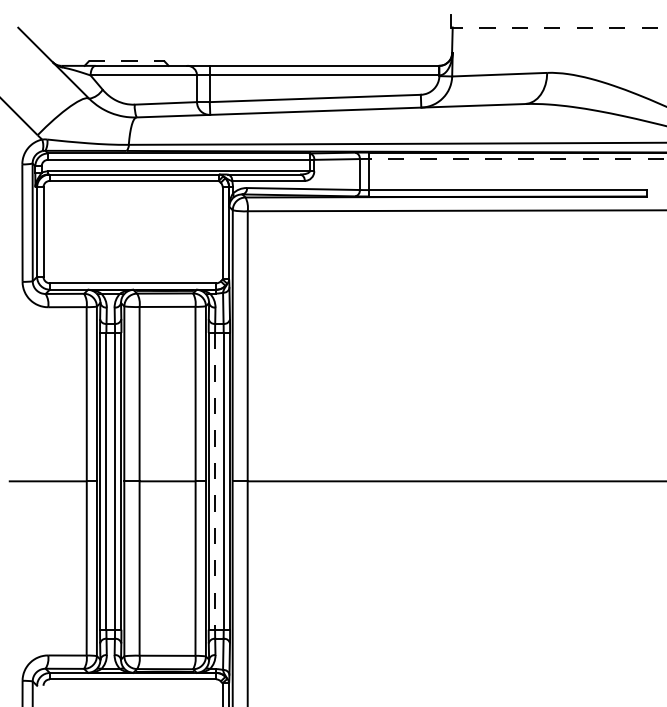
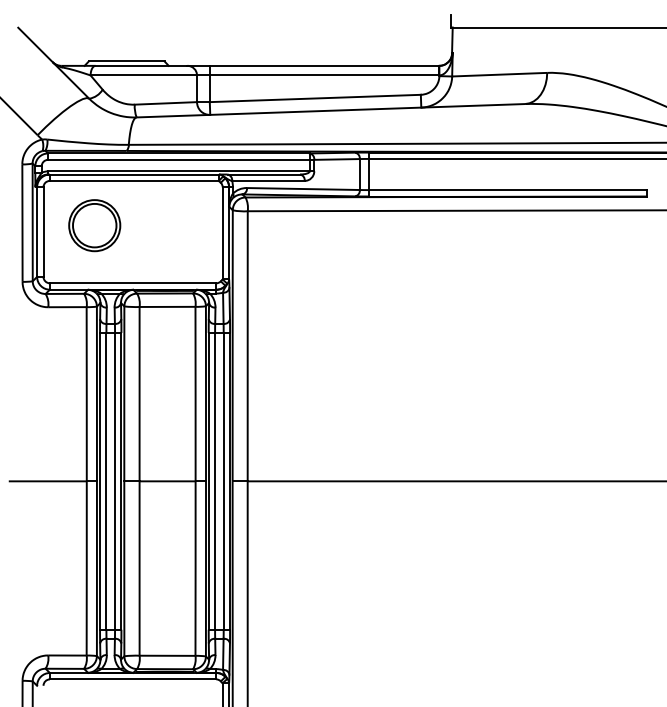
line at (558, 27): dashed -> solid
line at (126, 61): dashed -> solid
line at (517, 158): dashed -> solid
part at (94, 225): none -> present
line at (215, 481): dashed -> solid
